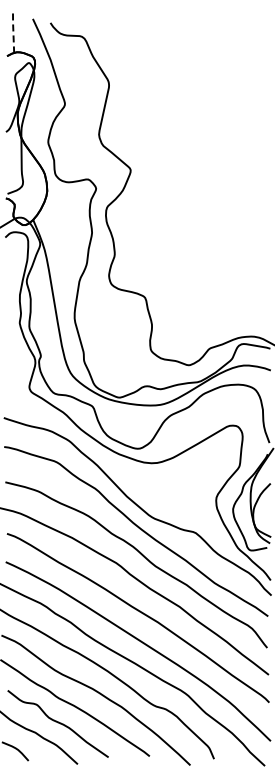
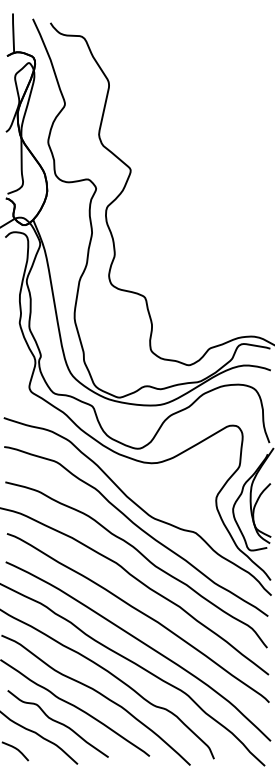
line at (13, 32): dashed -> solid
